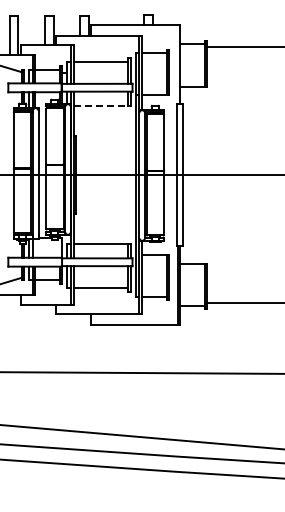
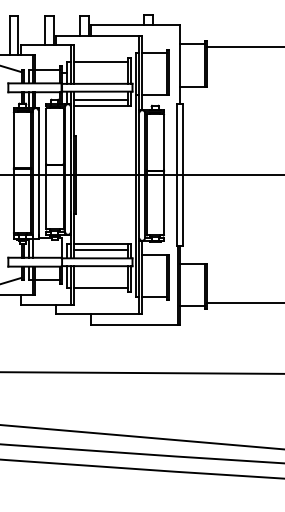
line at (101, 99): none -> present
line at (102, 106): dashed -> solid
line at (101, 250): none -> present
